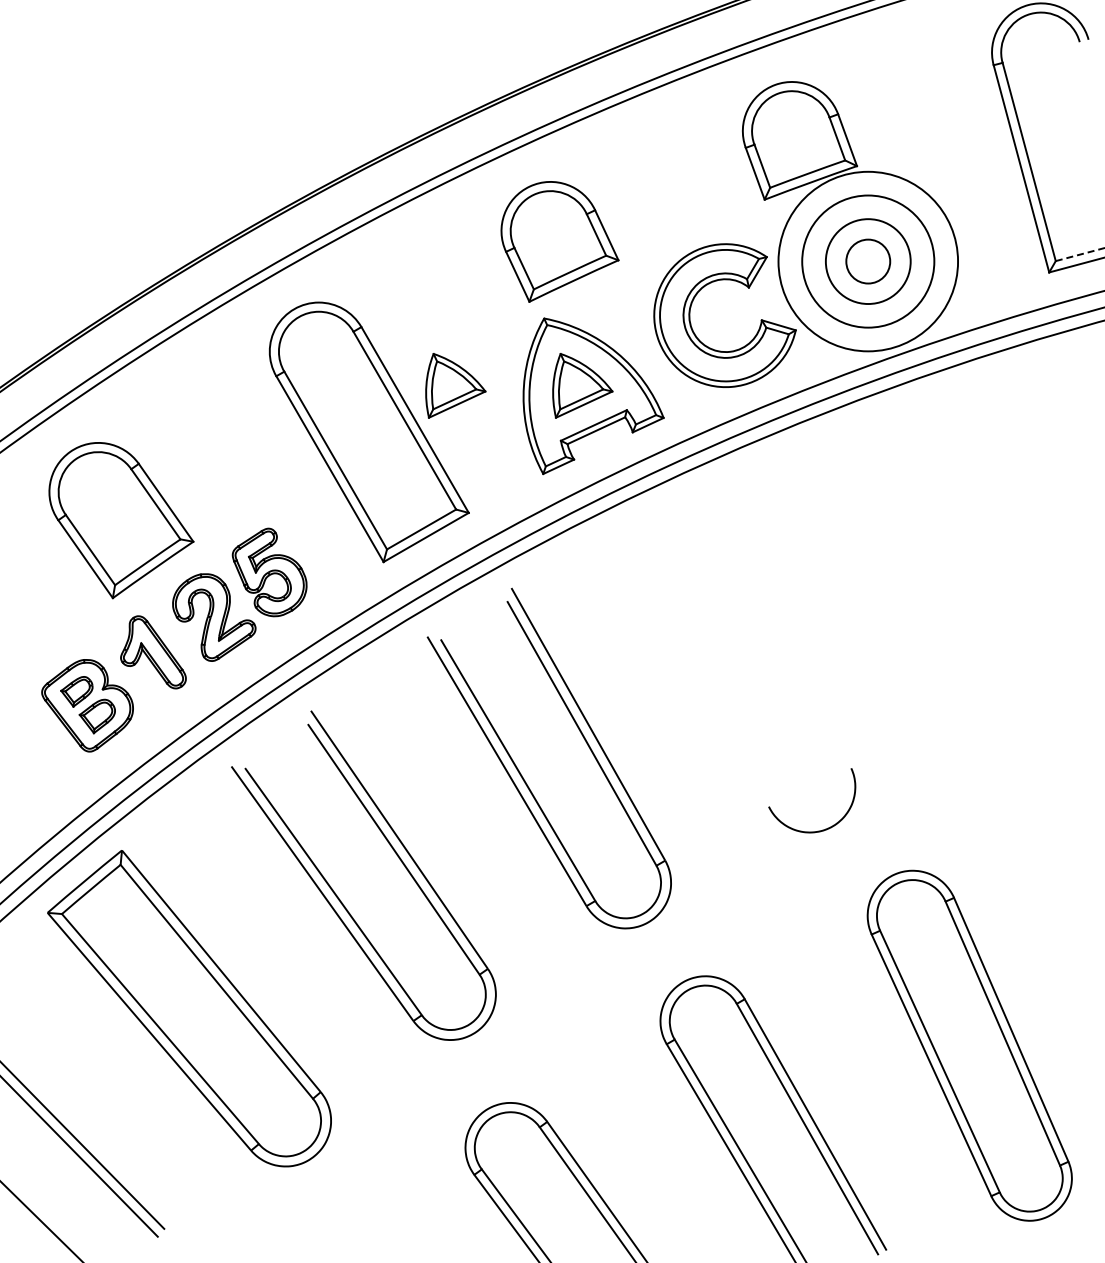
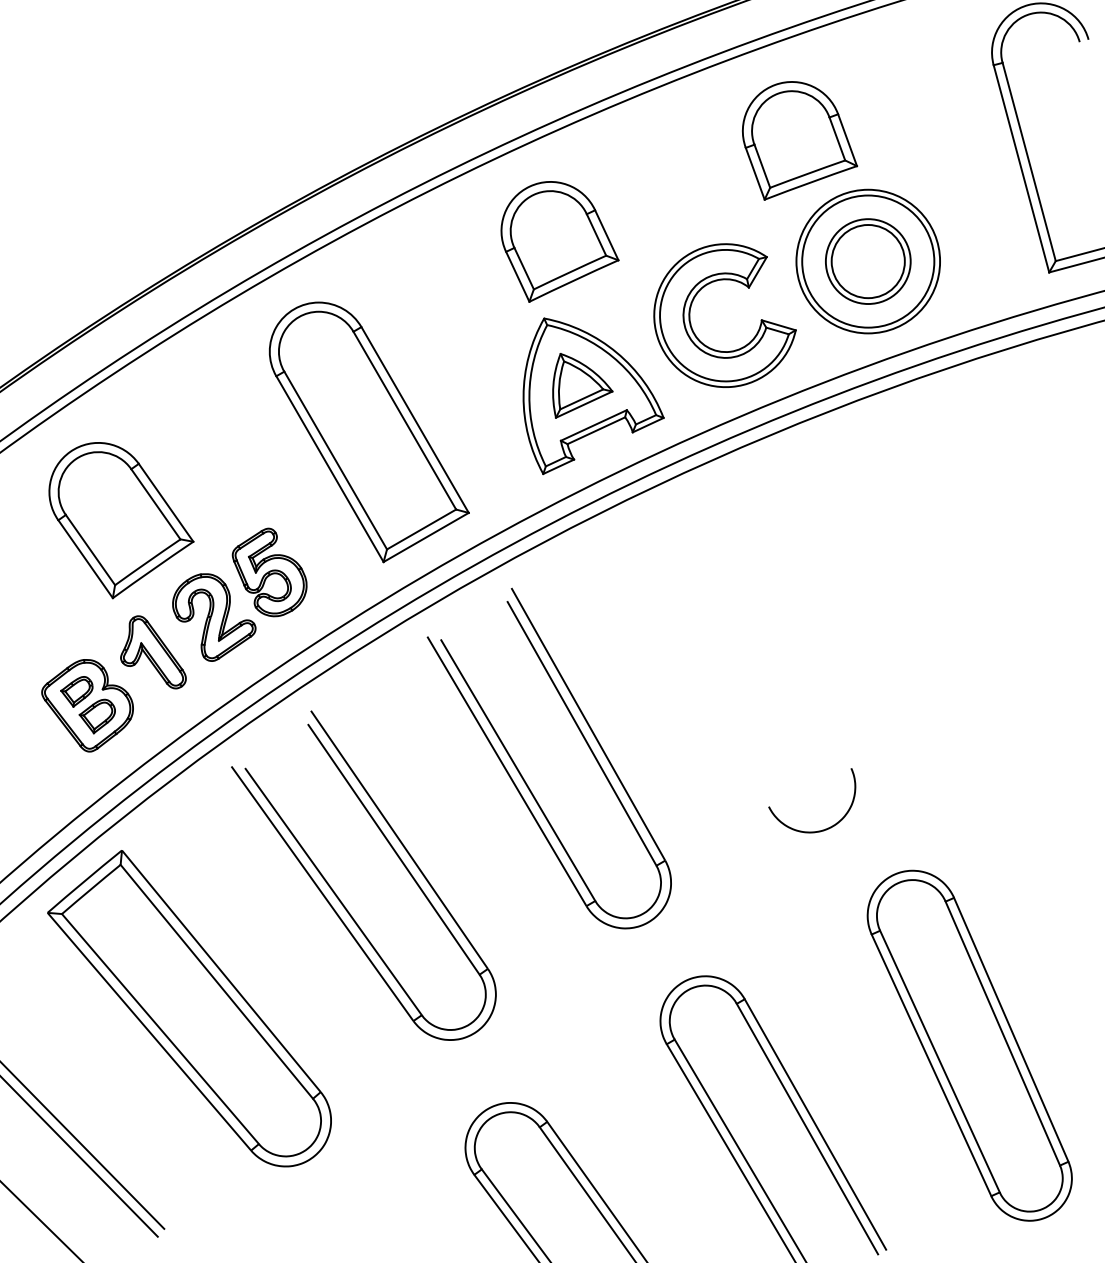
line at (1080, 254): dashed -> solid
circle at (868, 261) diameter: 180 px -> 144 px
circle at (868, 261) diameter: 44 px -> 73 px
part at (455, 385): present -> none
